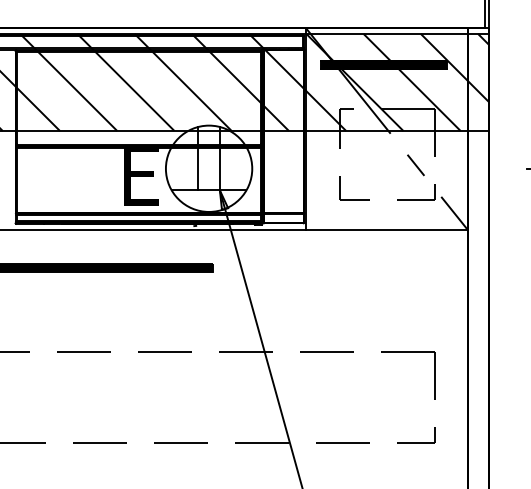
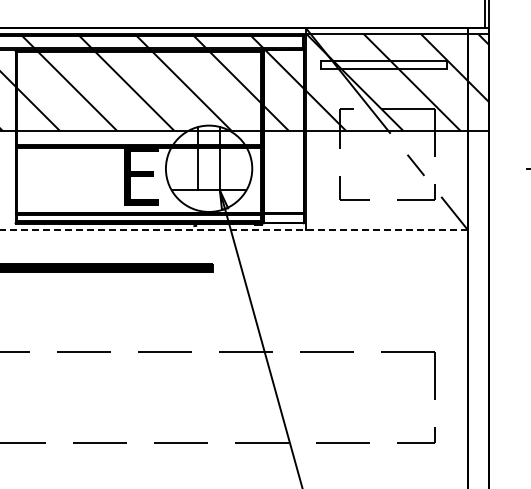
hatch at (383, 64): present -> none
line at (234, 230): solid -> dashed
